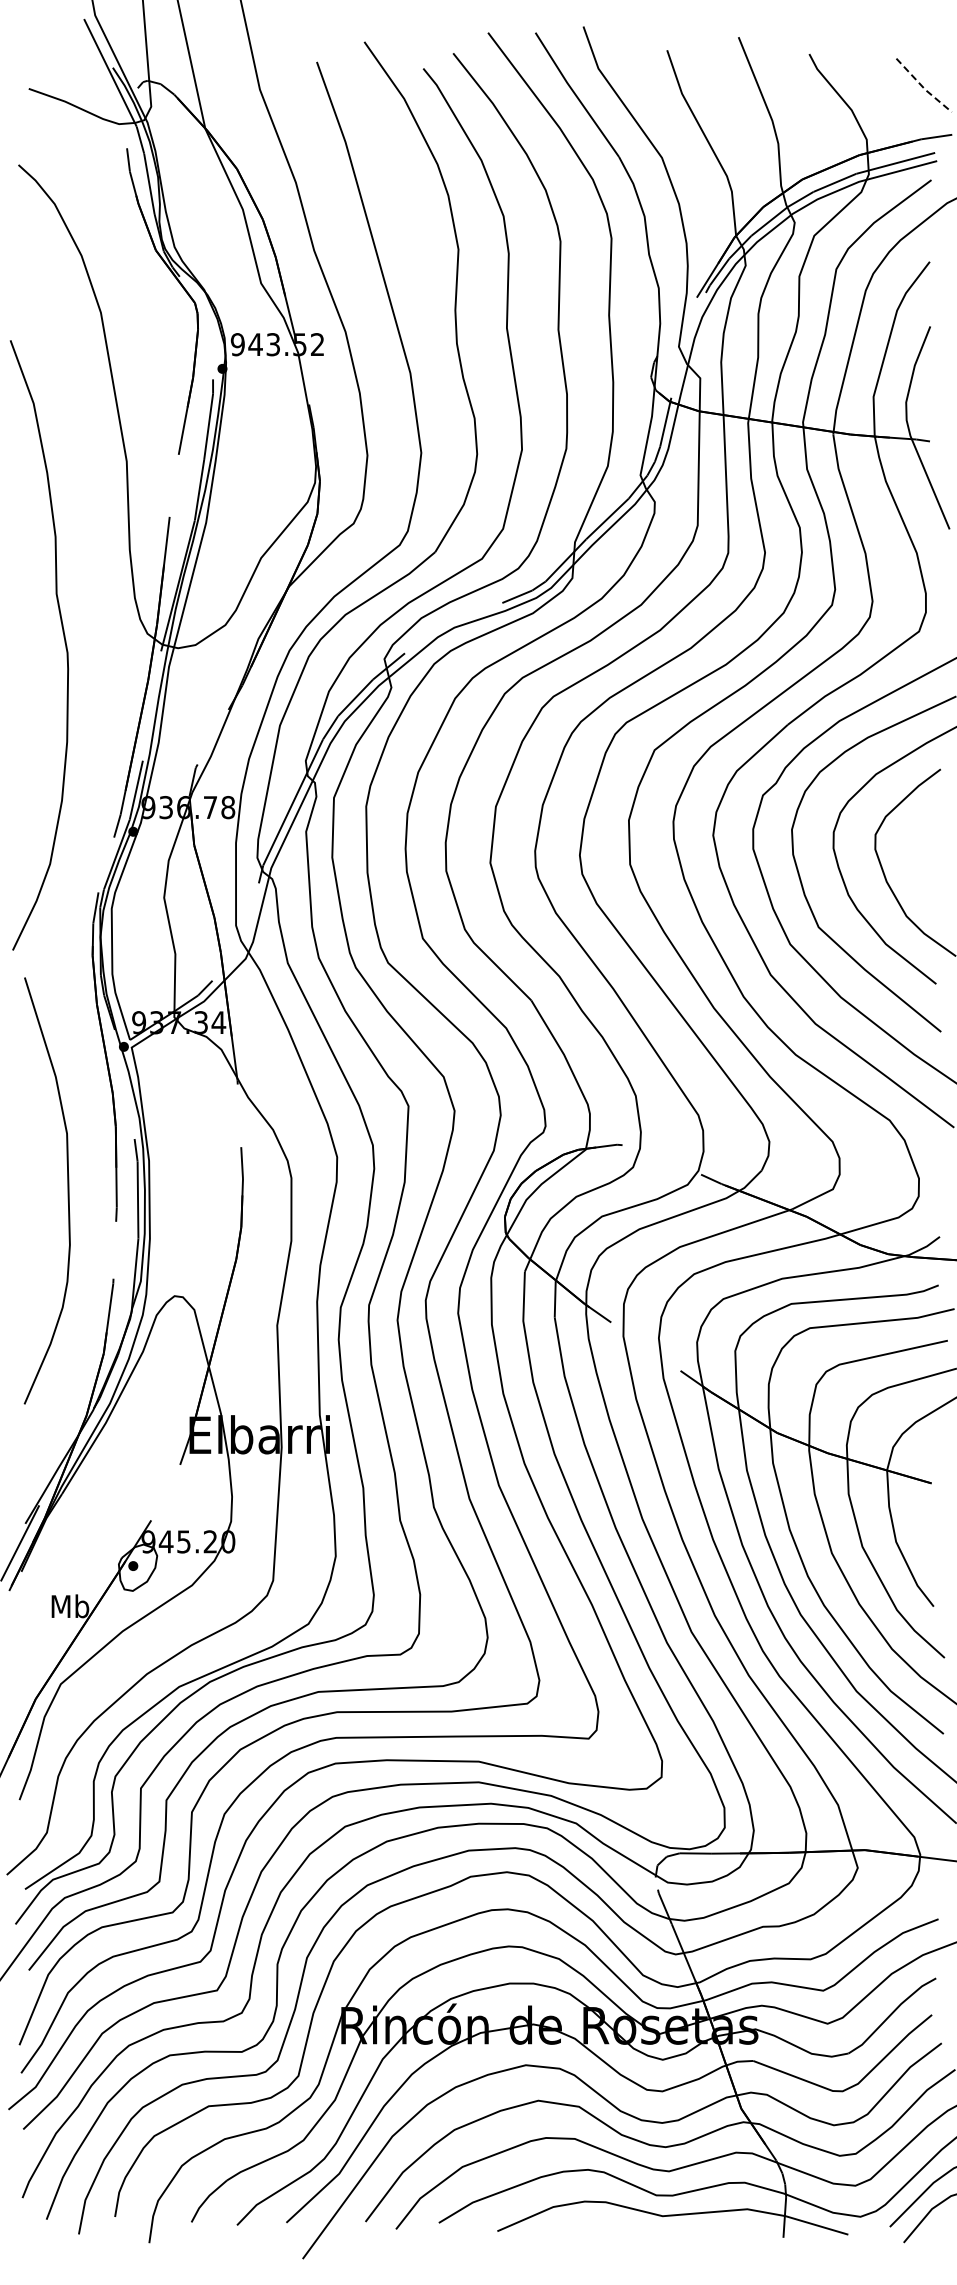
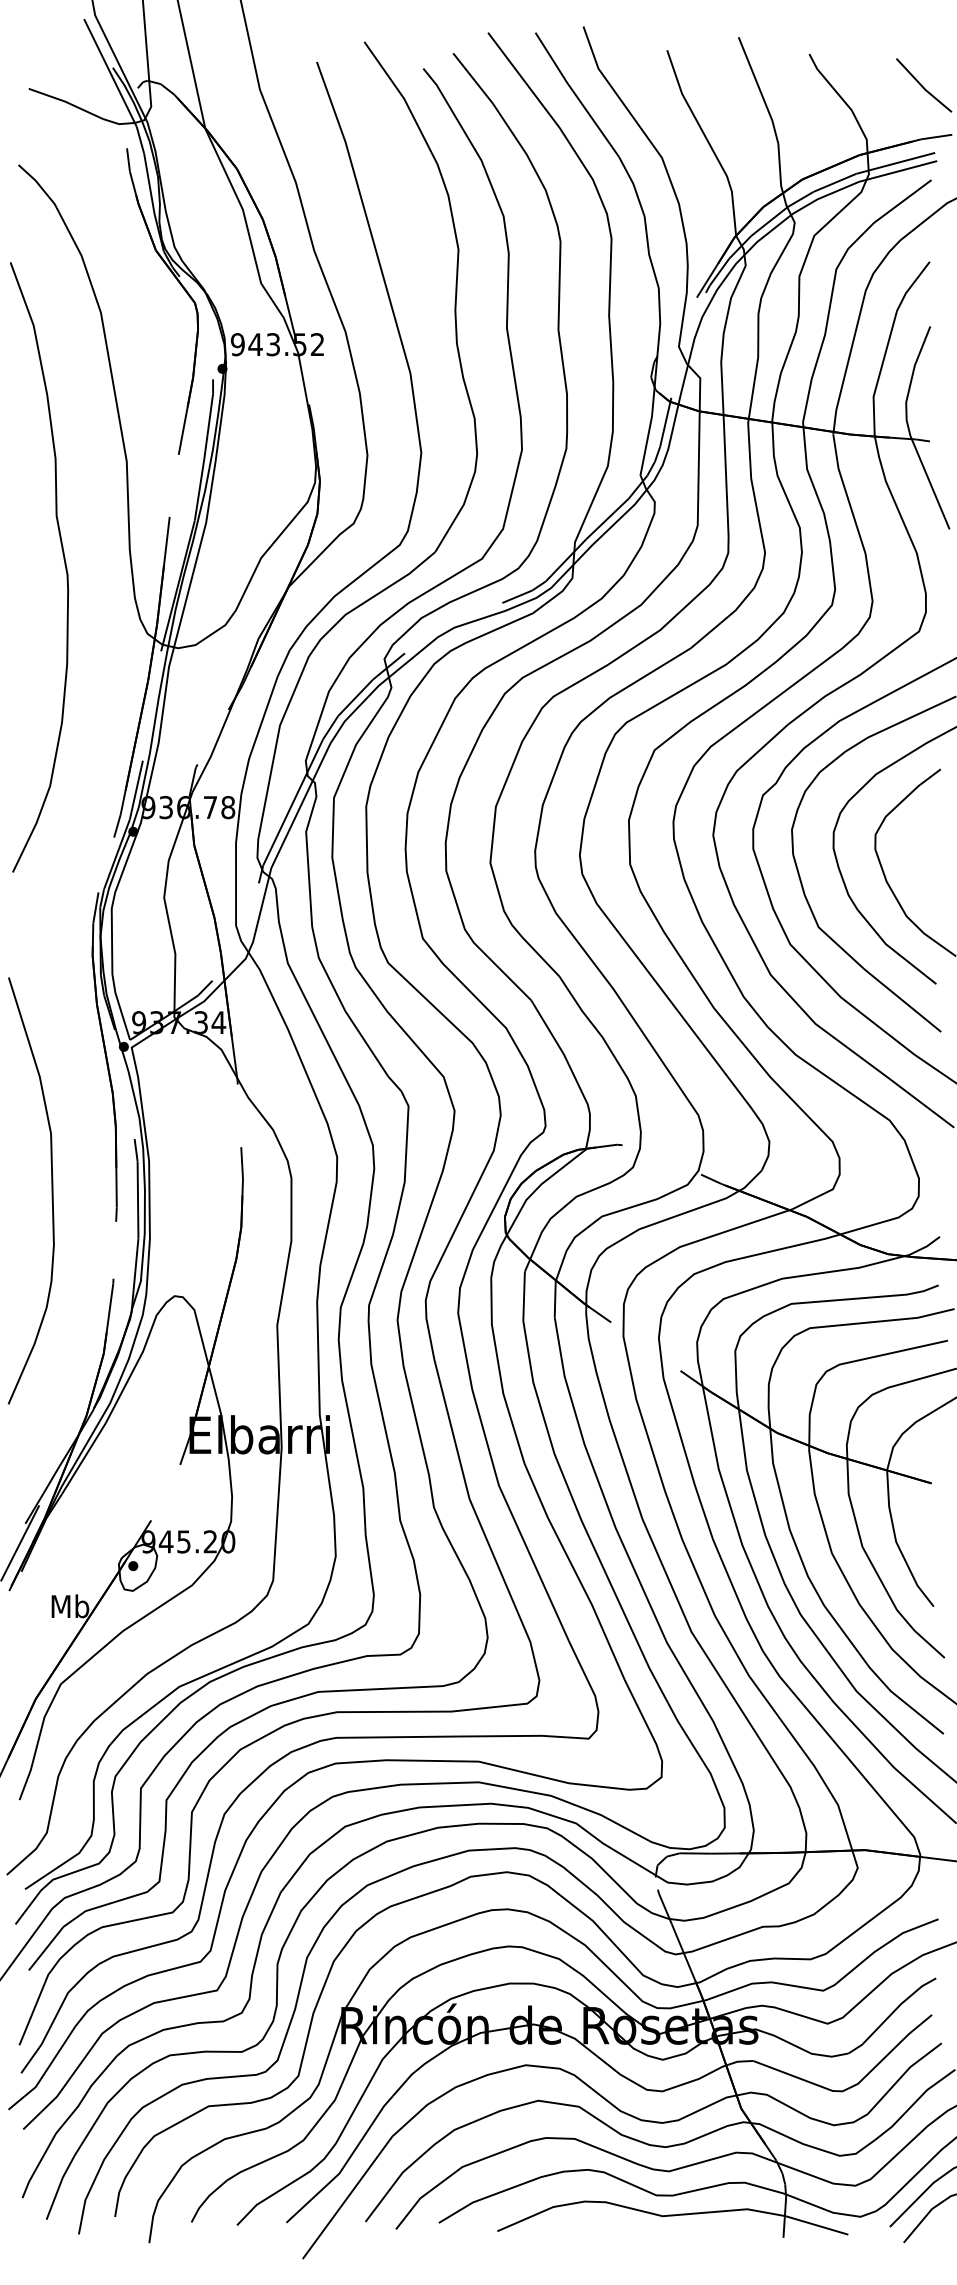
line at (923, 87): dashed -> solid
curve at (64, 643) position: (64, 643) -> (64, 565)
curve at (67, 1190) position: (67, 1190) -> (51, 1190)
